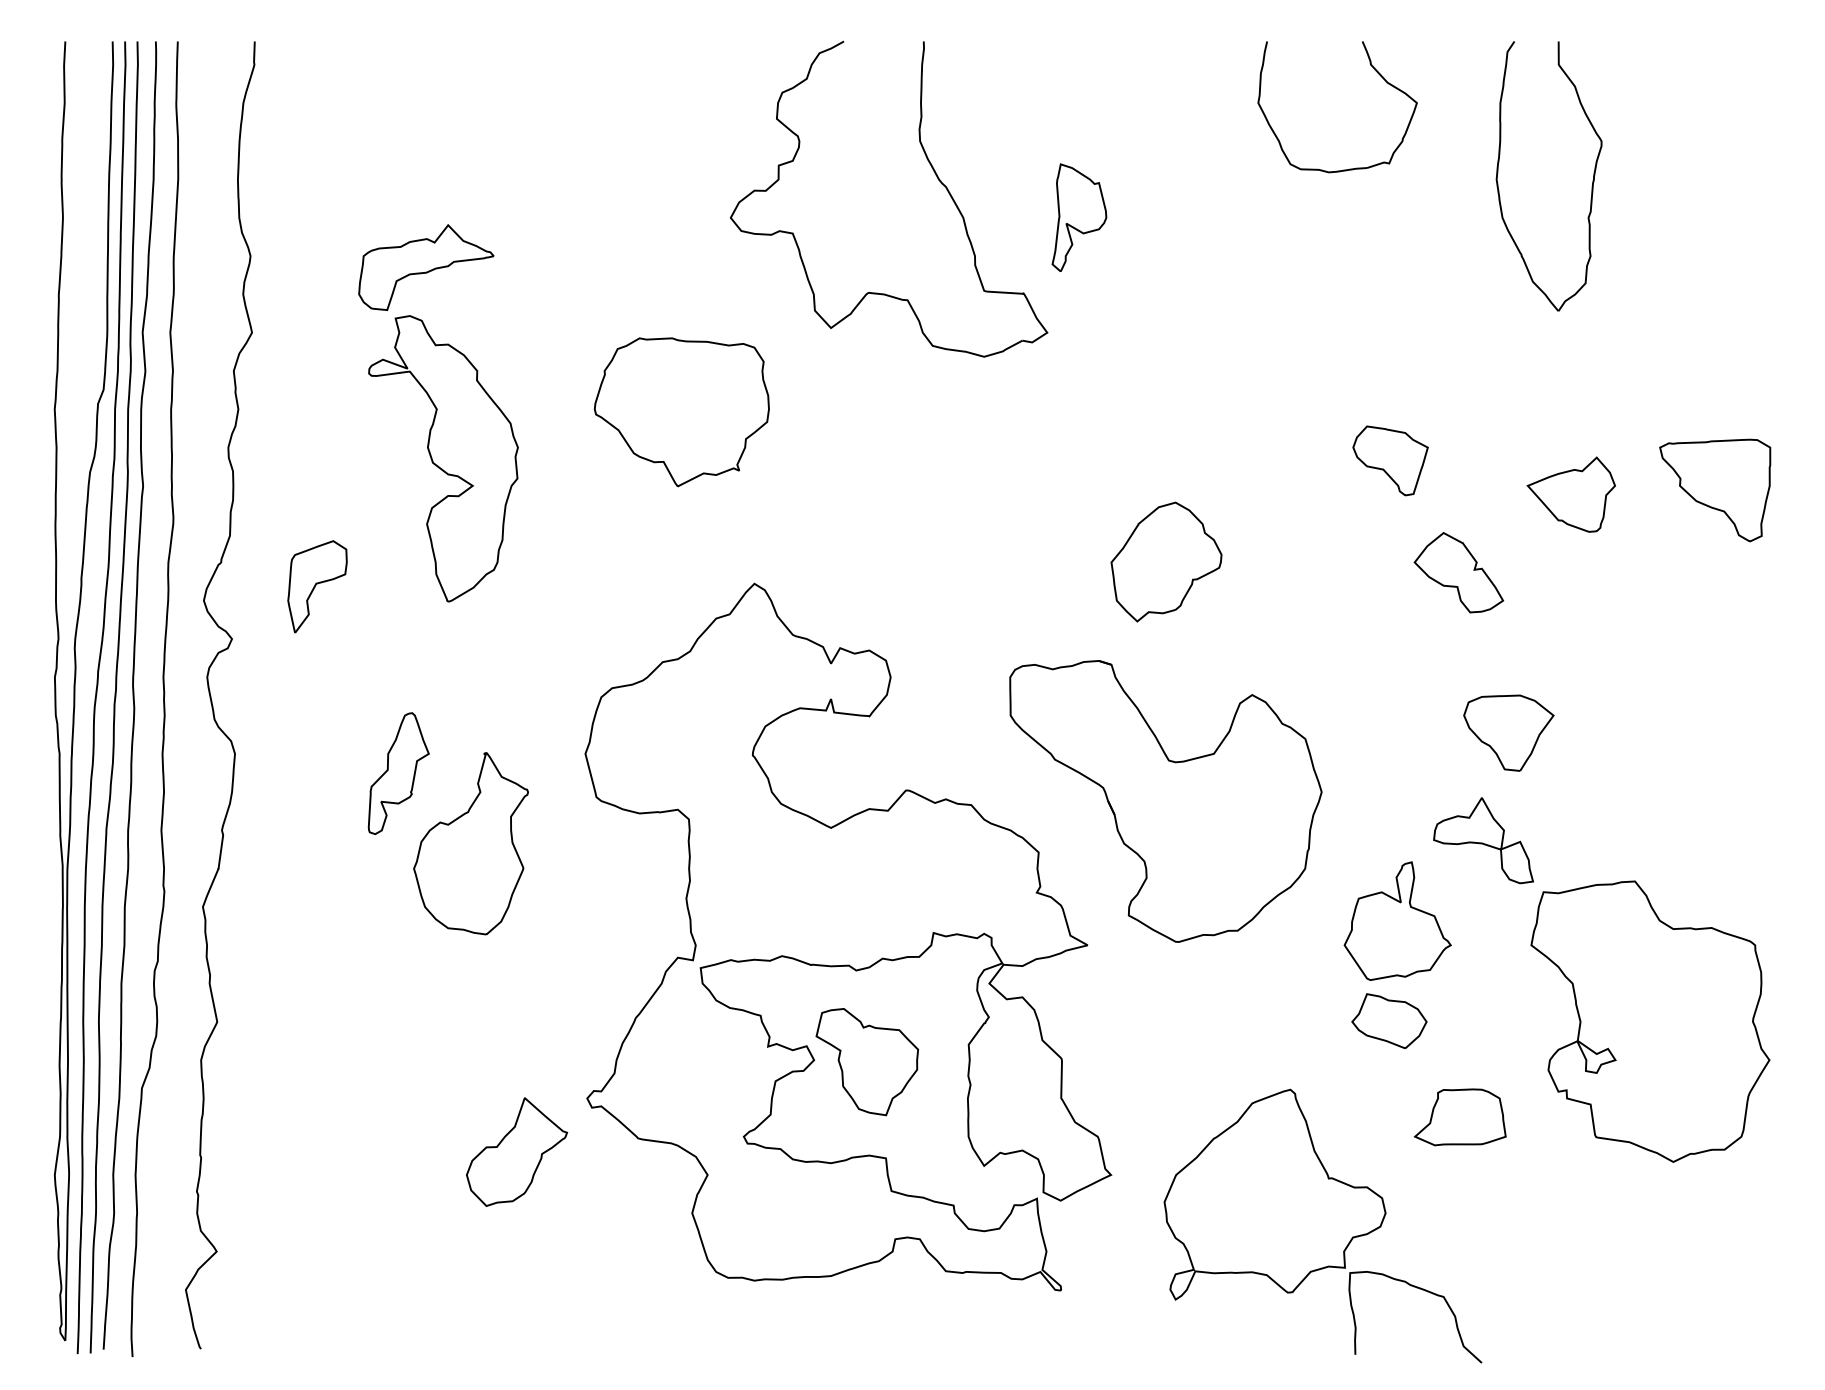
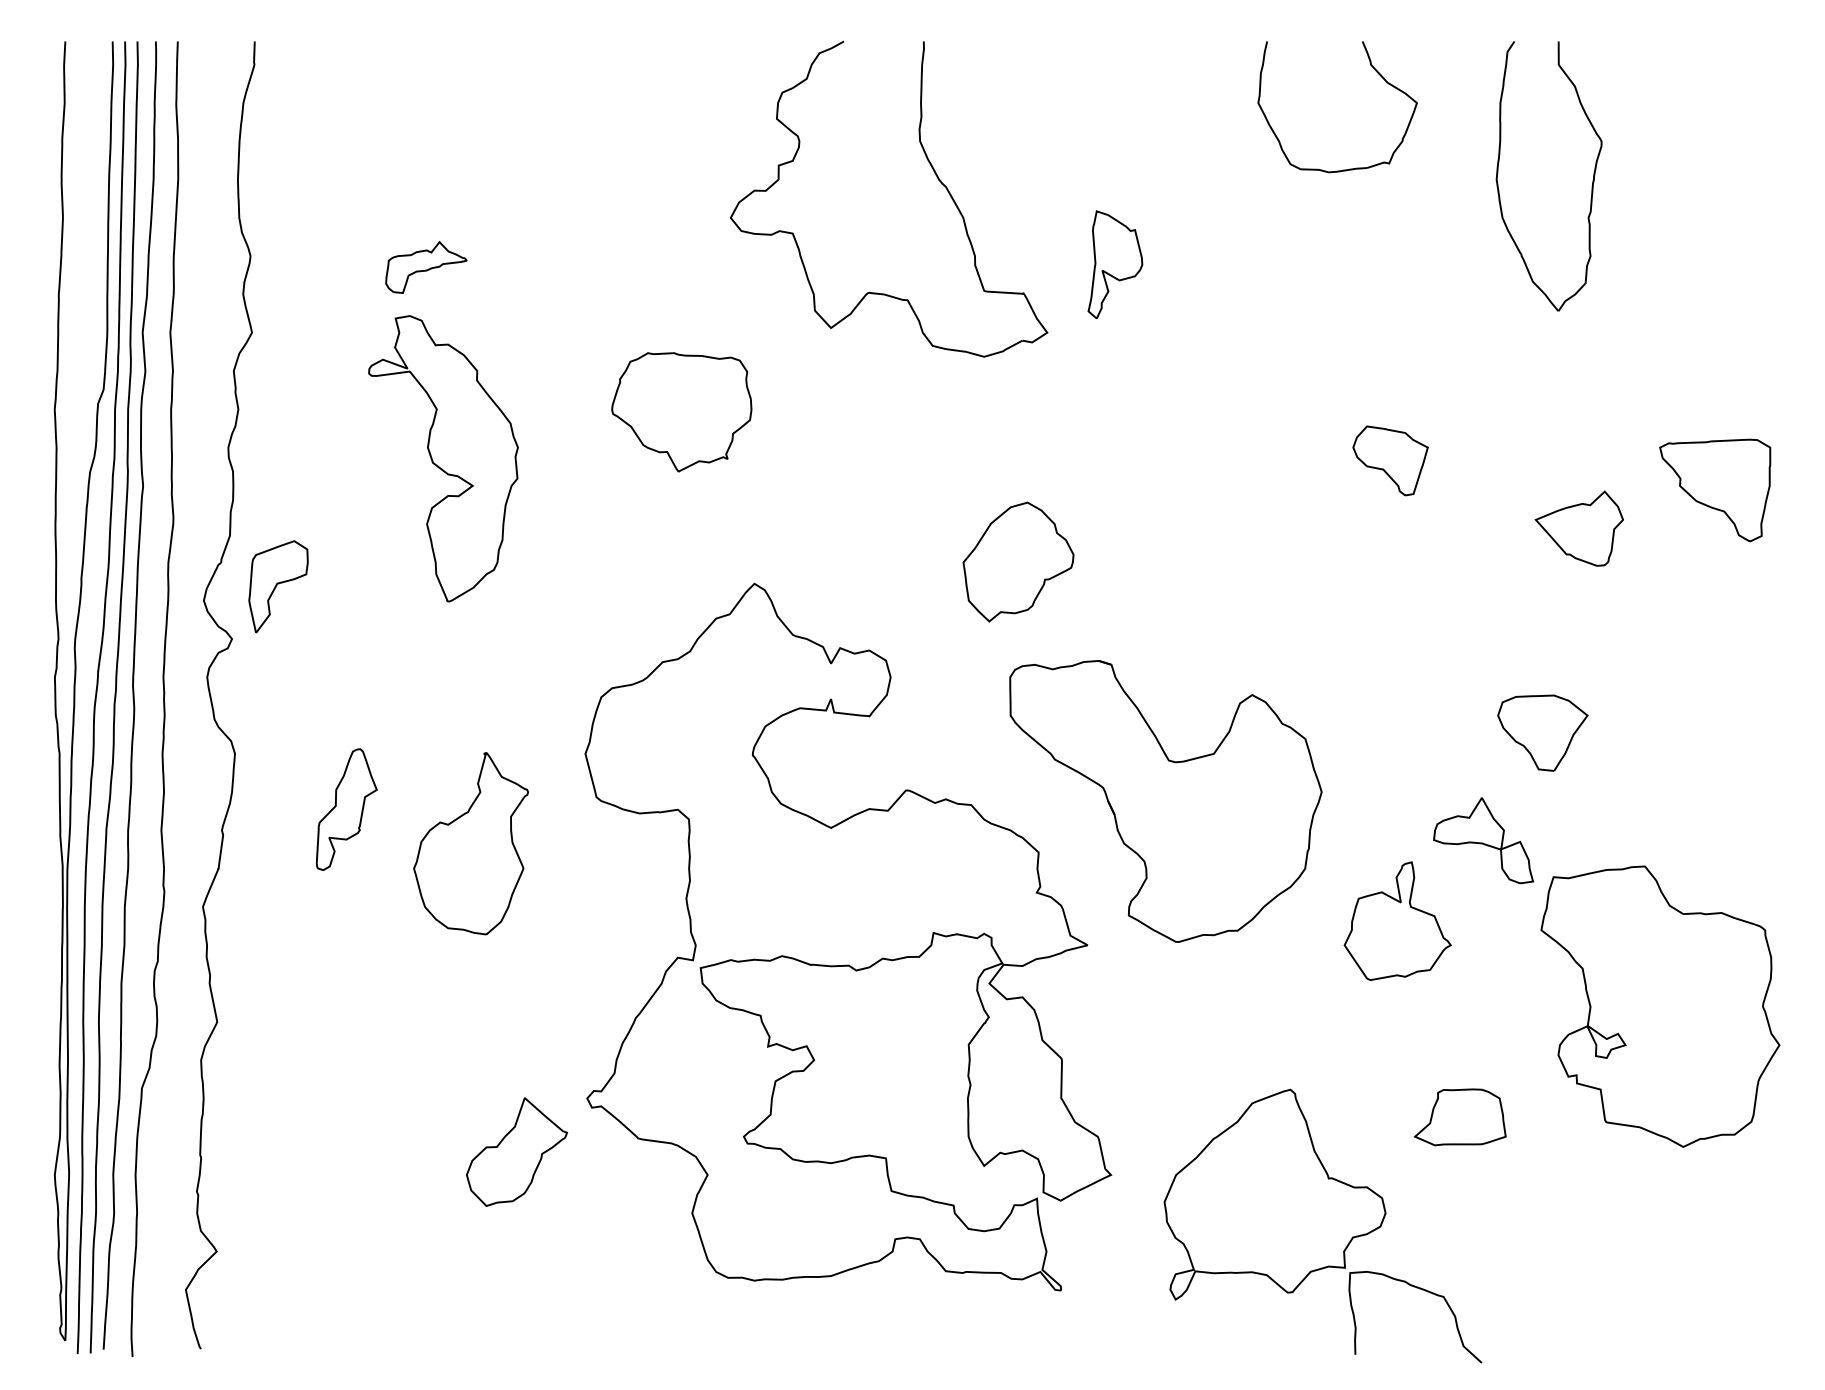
part at (1079, 217) position: (1079, 217) -> (1115, 264)
part at (426, 267) size: 137x87 px -> 83x53 px
part at (681, 412) size: 177x151 px -> 142x121 px
part at (1570, 494) position: (1570, 494) -> (1578, 528)
part at (1166, 561) position: (1166, 561) -> (1018, 561)
part at (1458, 572): present -> none
part at (317, 586) position: (317, 586) -> (278, 586)
part at (1508, 732) position: (1508, 732) -> (1542, 732)
part at (398, 773) position: (398, 773) -> (346, 809)
part at (1389, 1021): present -> none
part at (1650, 1021) position: (1650, 1021) -> (1660, 1006)
part at (866, 1062): present -> none
